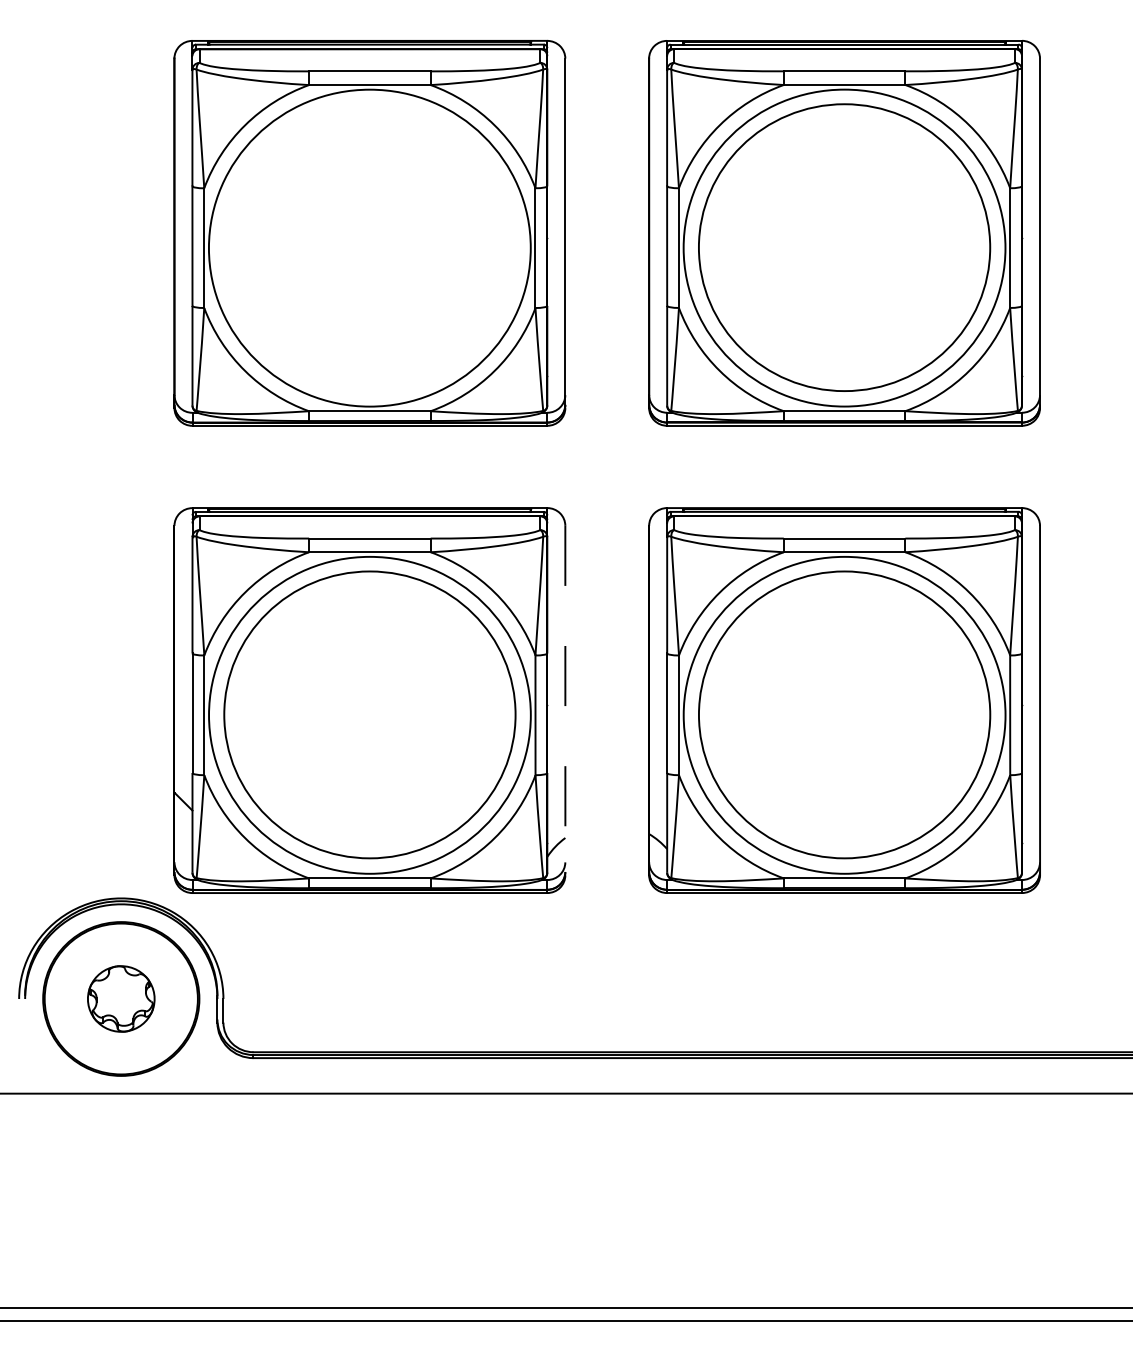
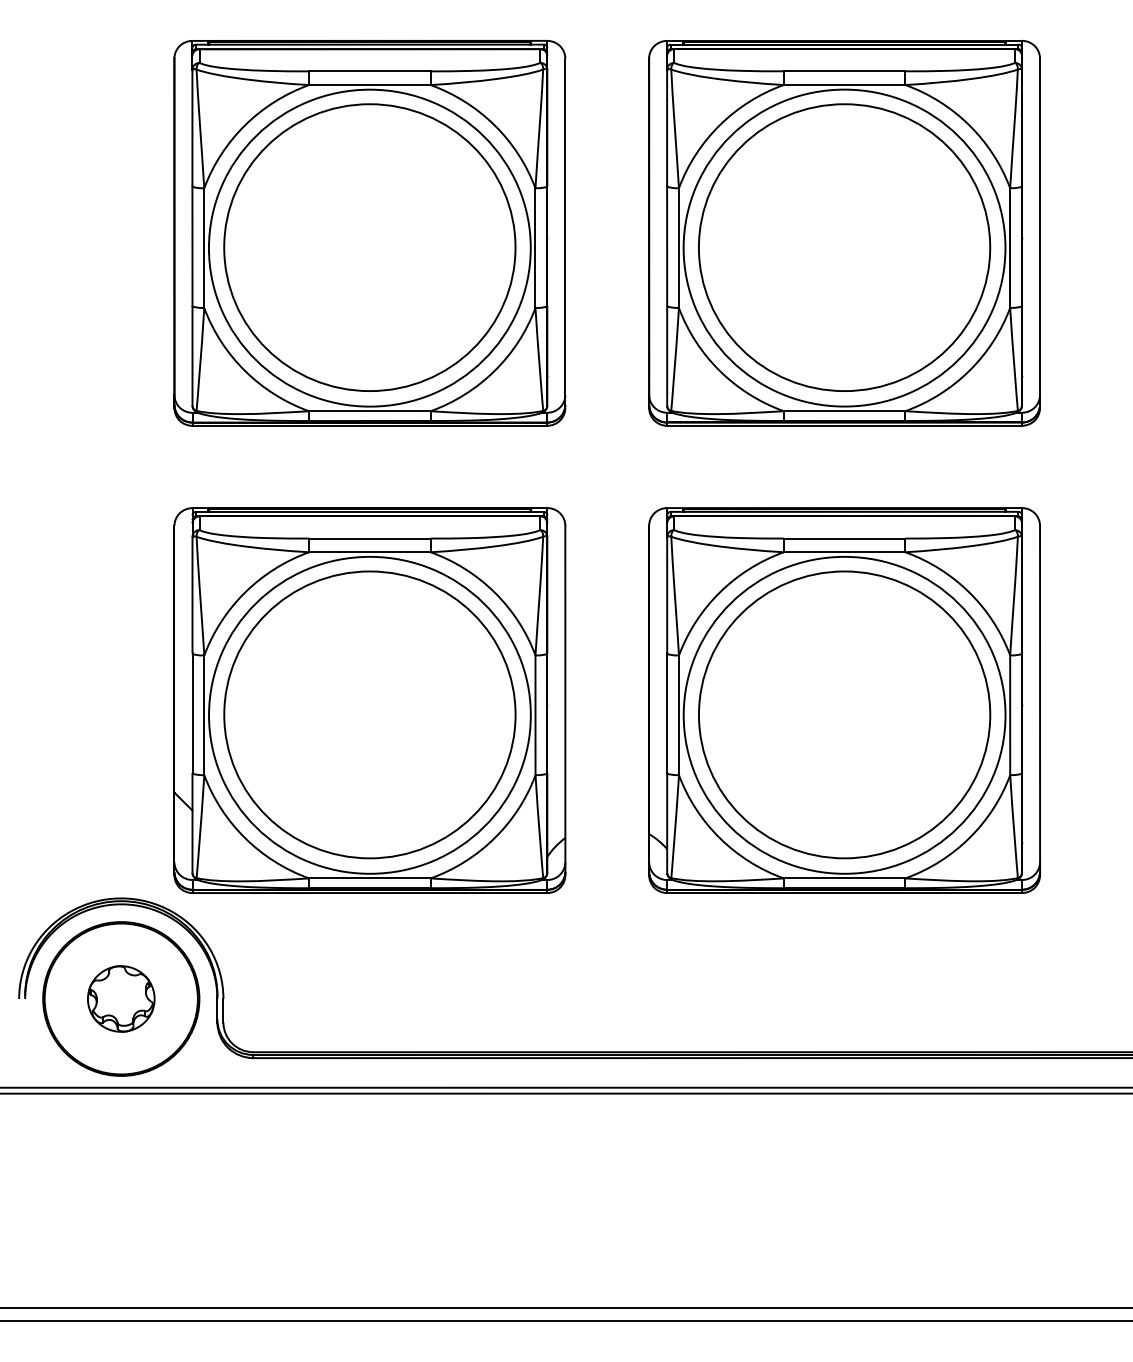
part at (369, 247): none -> present
line at (565, 700): dashed -> solid
line at (565, 1087): none -> present
